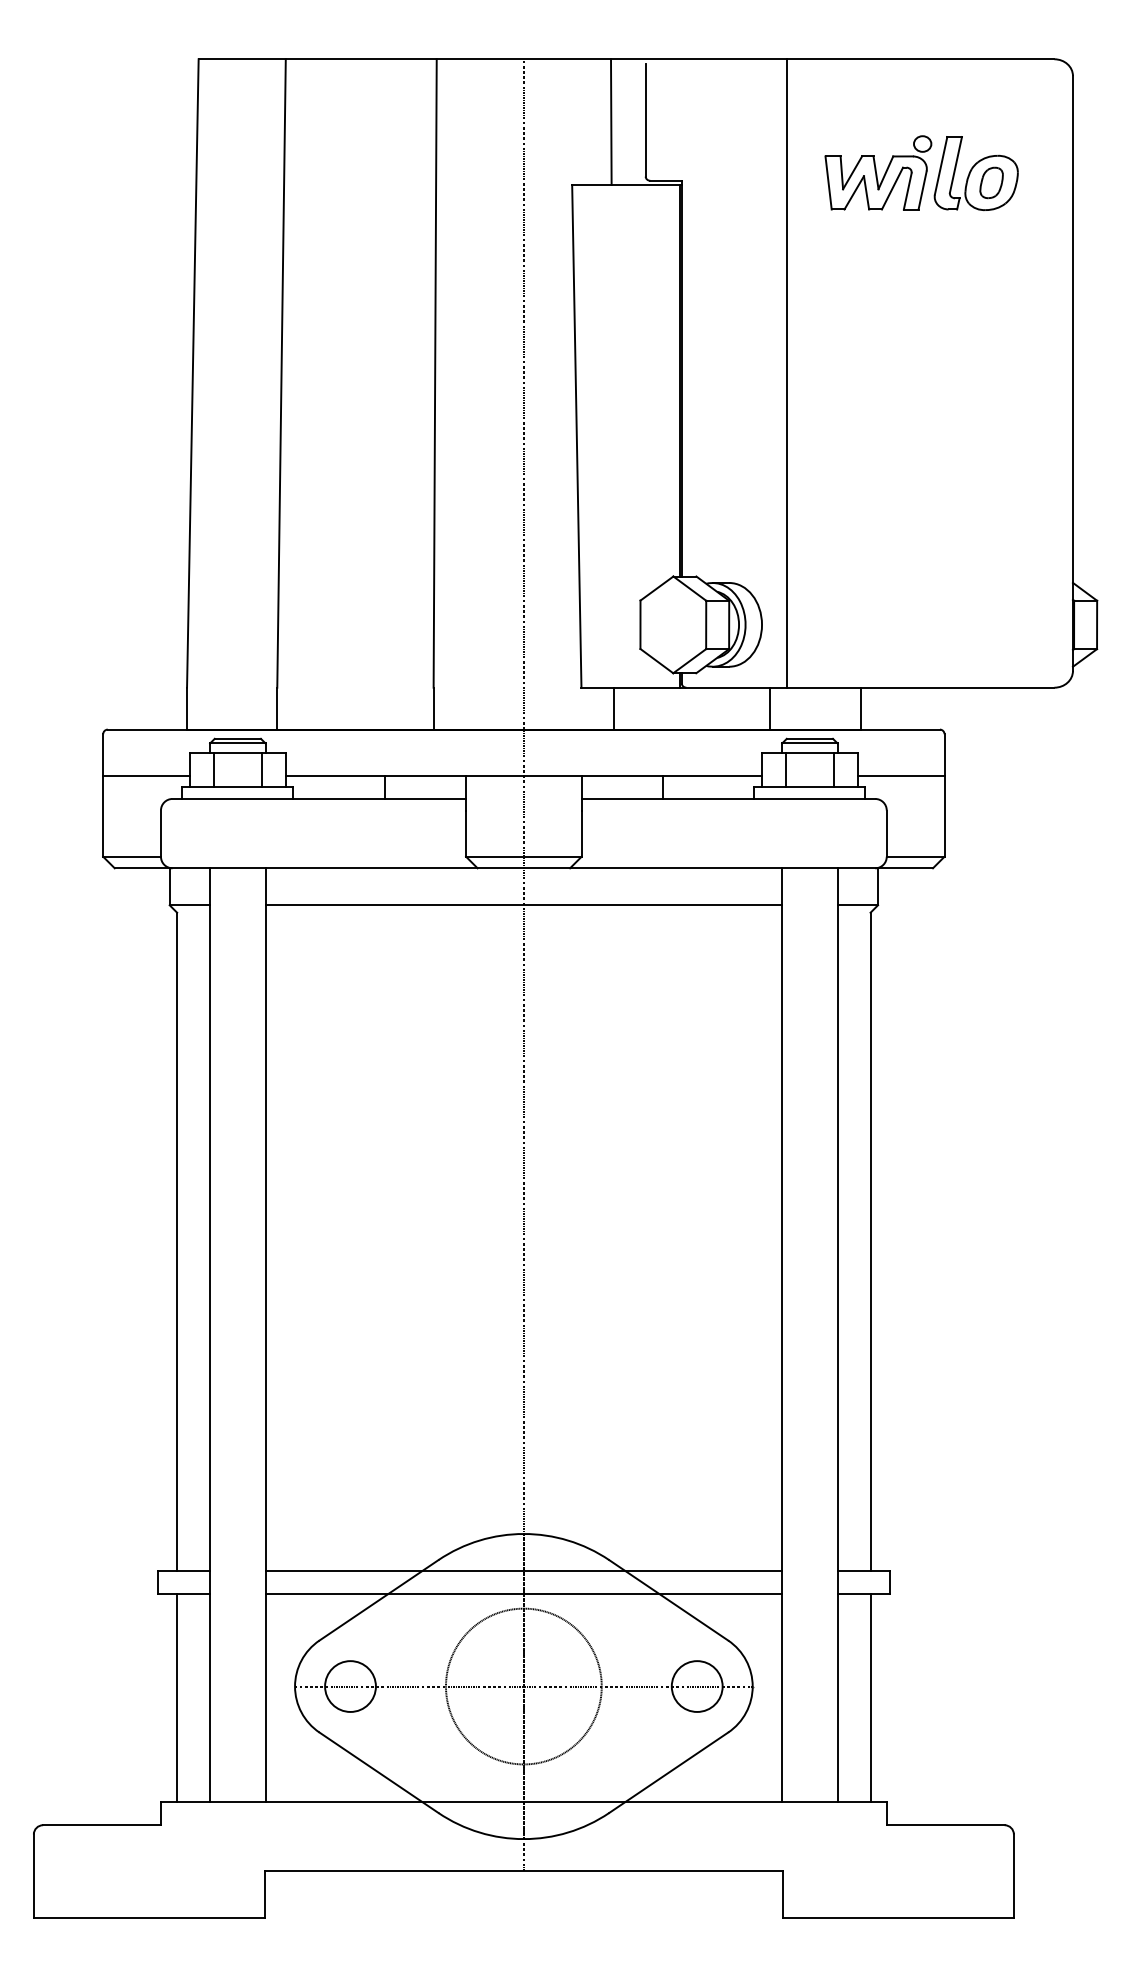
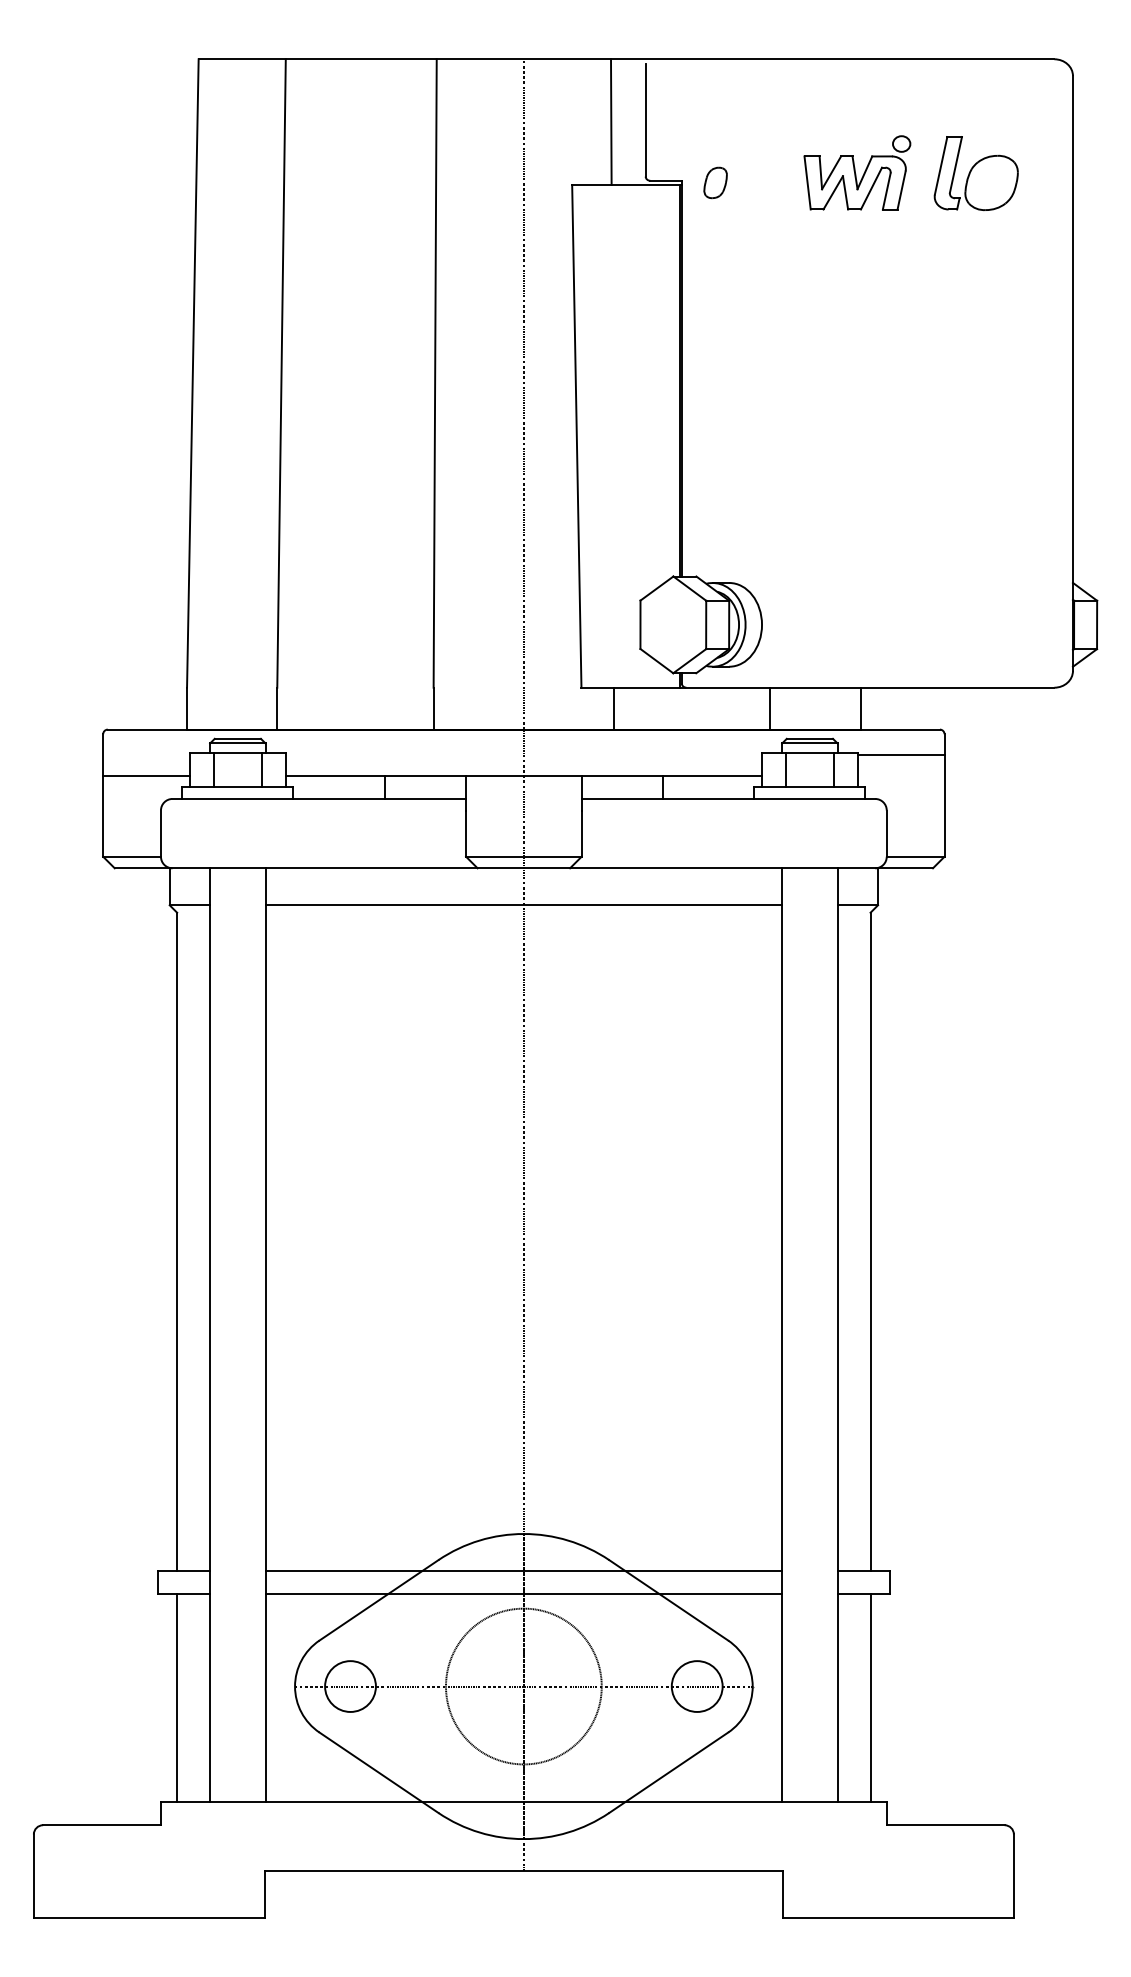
part at (878, 172) position: (878, 172) -> (857, 172)
part at (991, 182) position: (991, 182) -> (715, 182)
line at (786, 373): present -> none
line at (900, 775) position: (900, 775) -> (900, 754)
